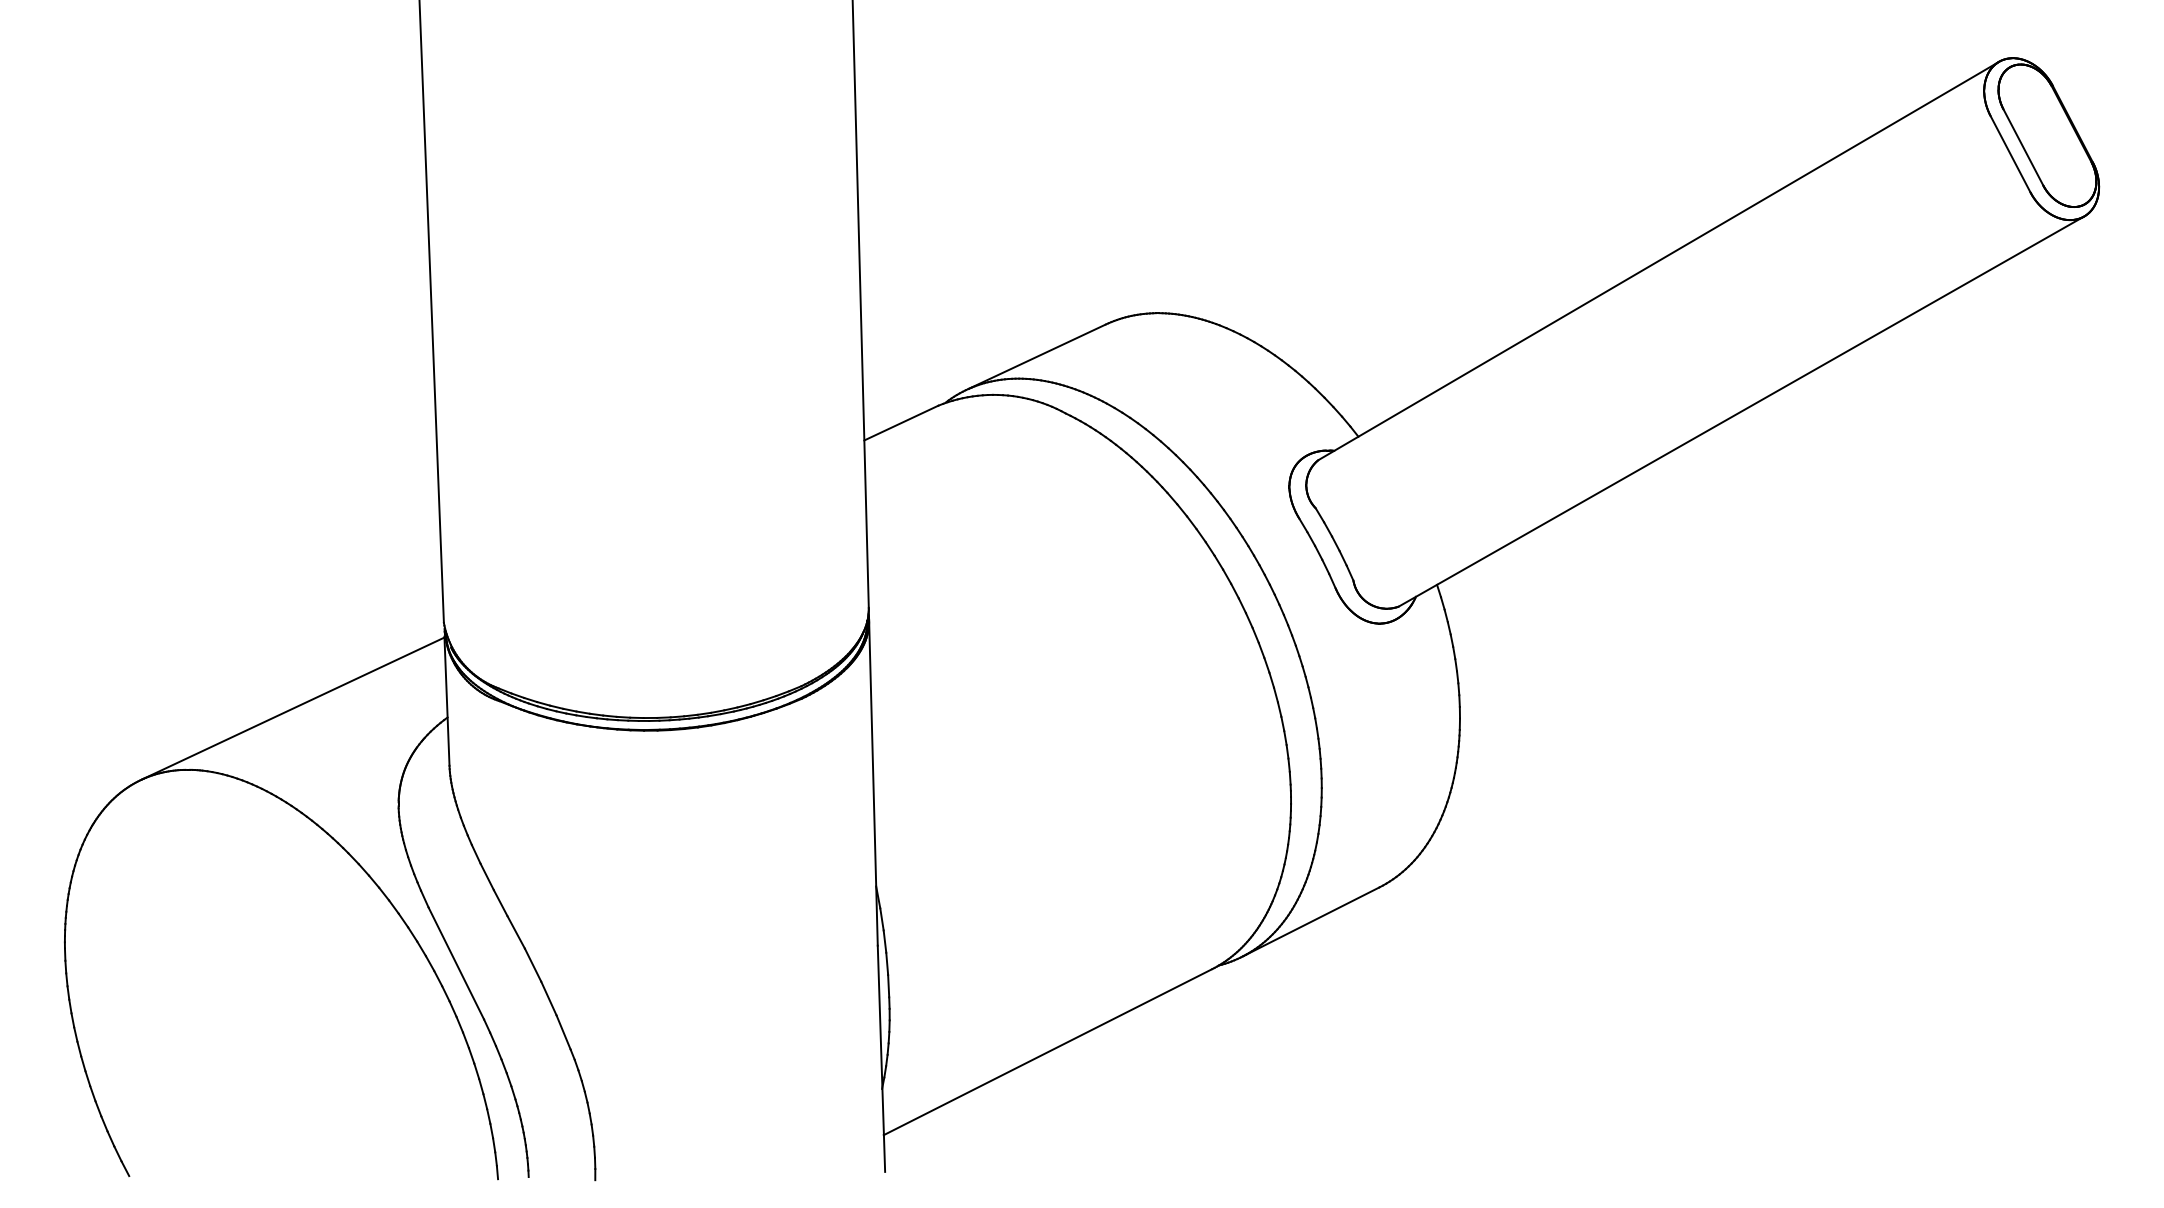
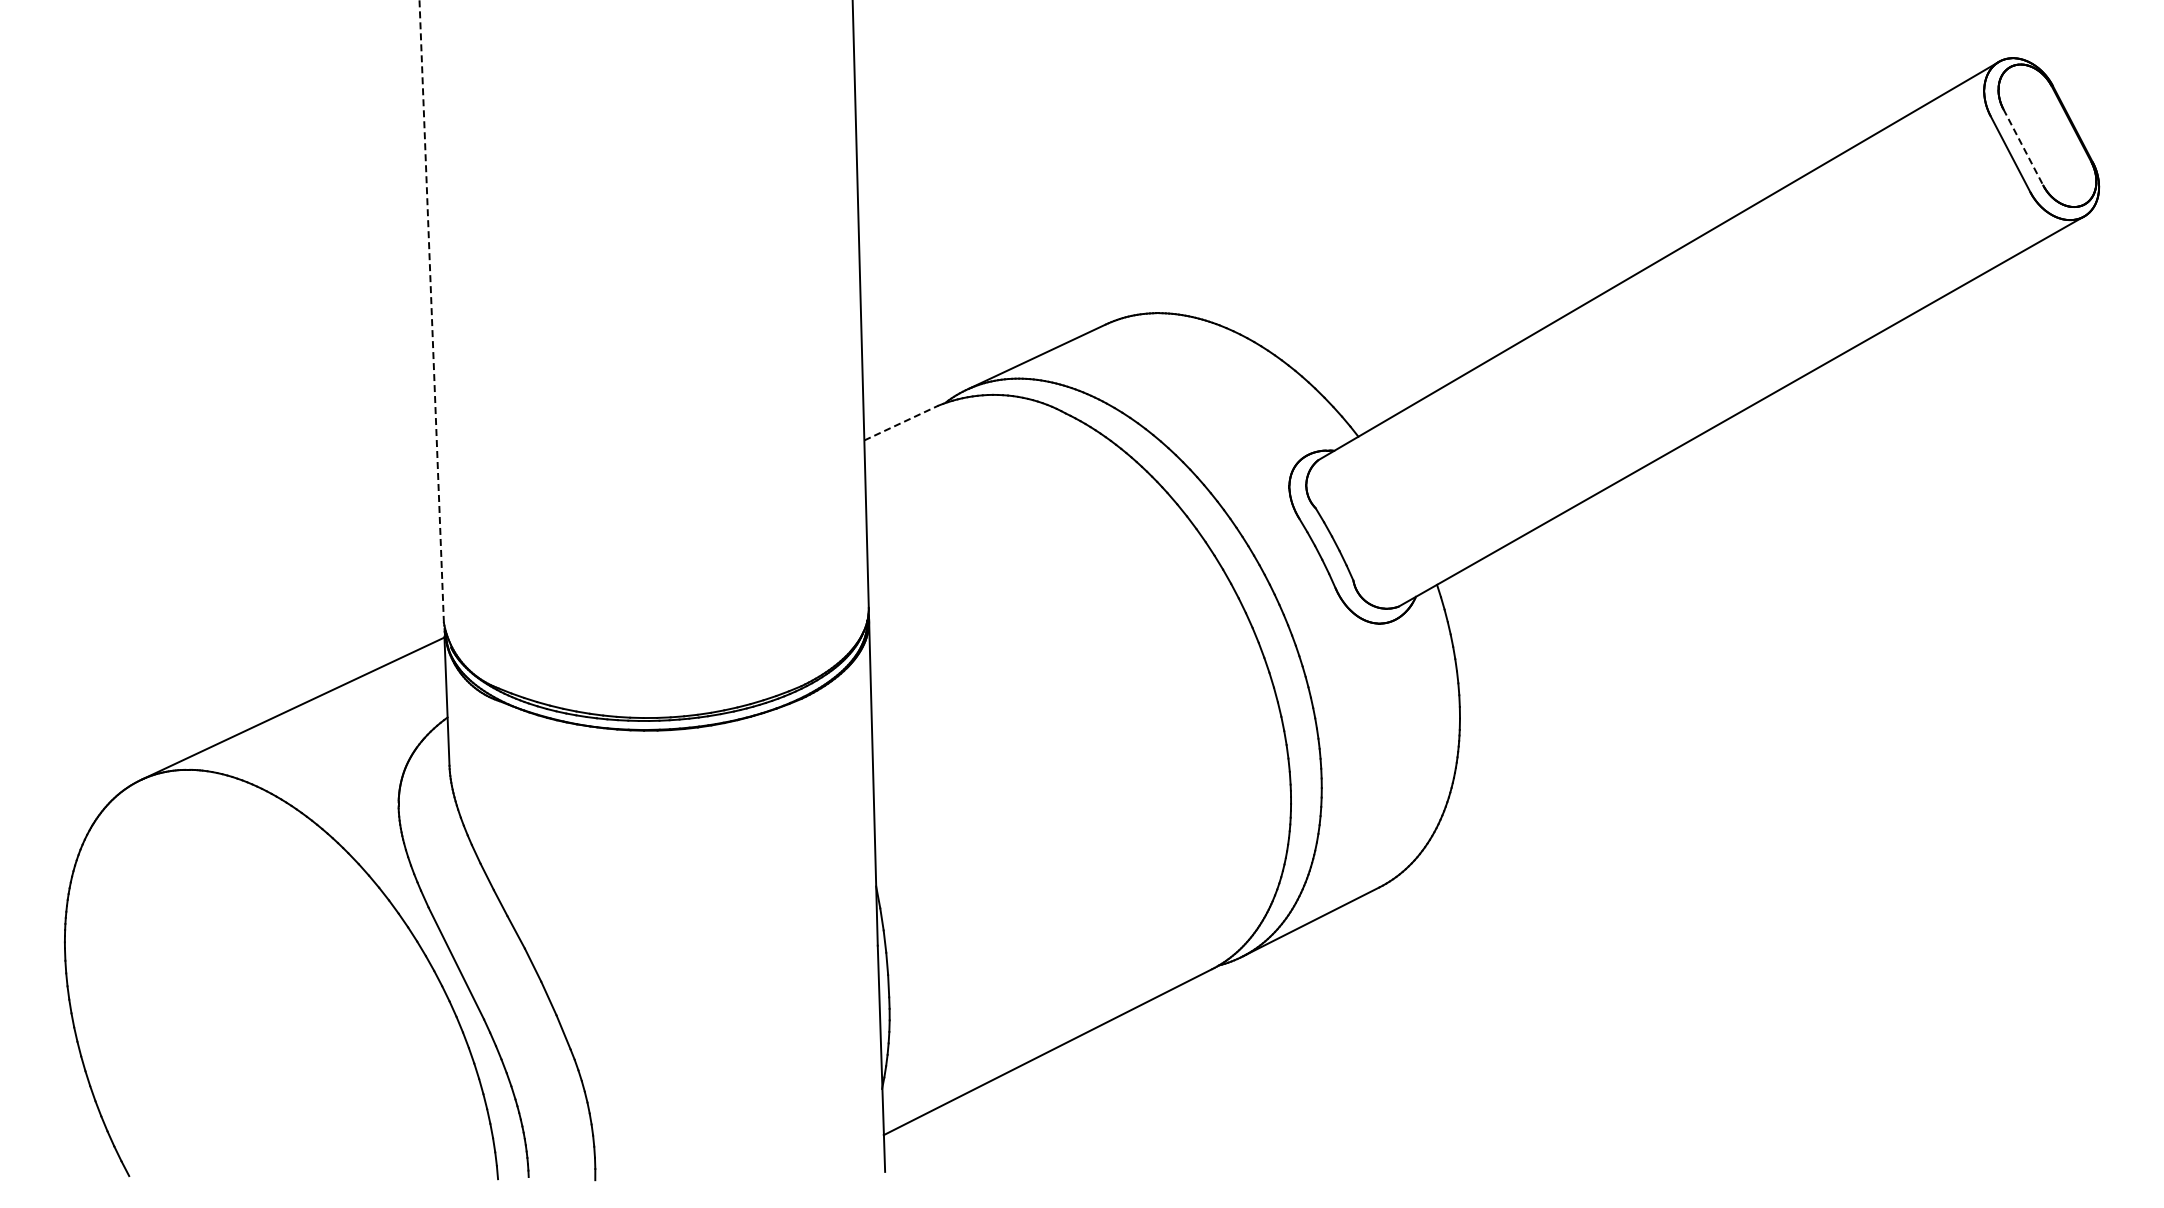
line at (2023, 147): solid -> dashed
line at (431, 311): solid -> dashed
line at (901, 423): solid -> dashed
